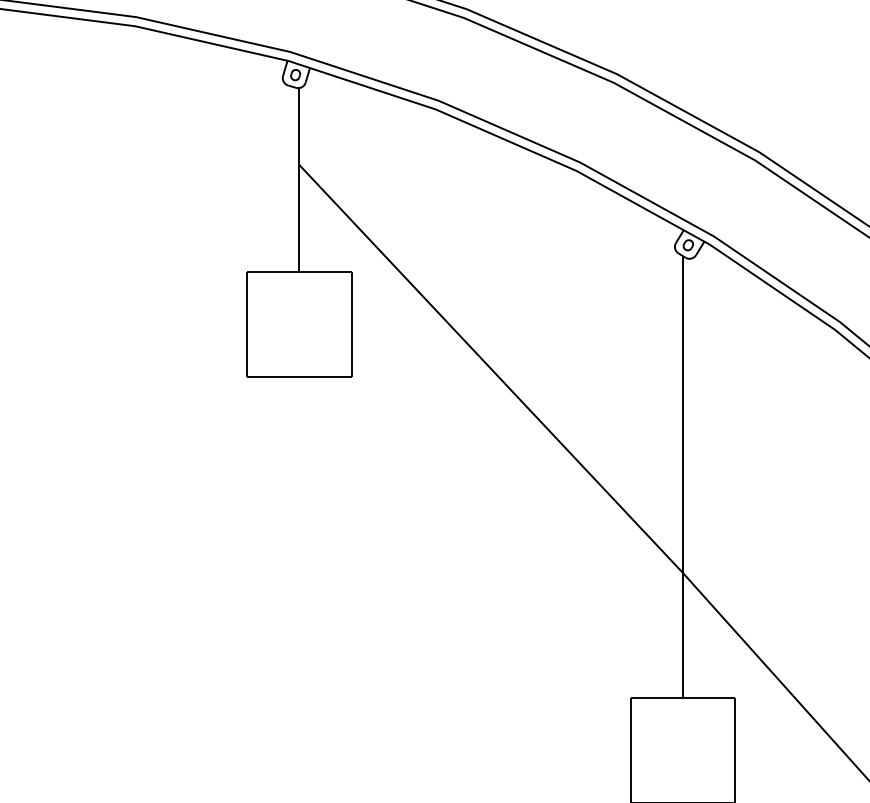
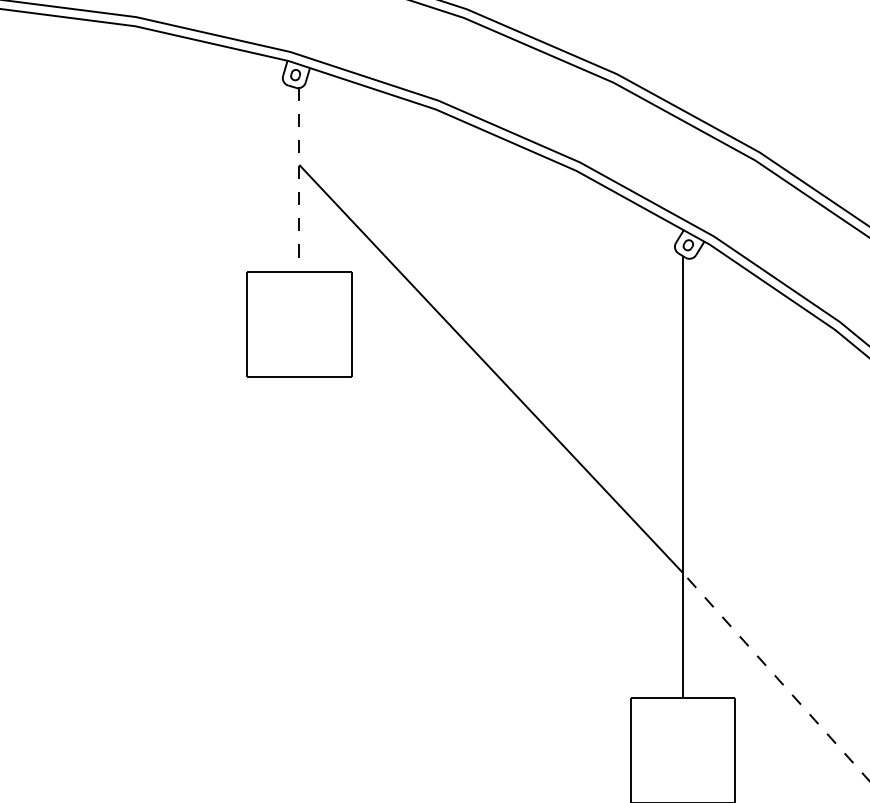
line at (299, 180): solid -> dashed
line at (776, 677): solid -> dashed
